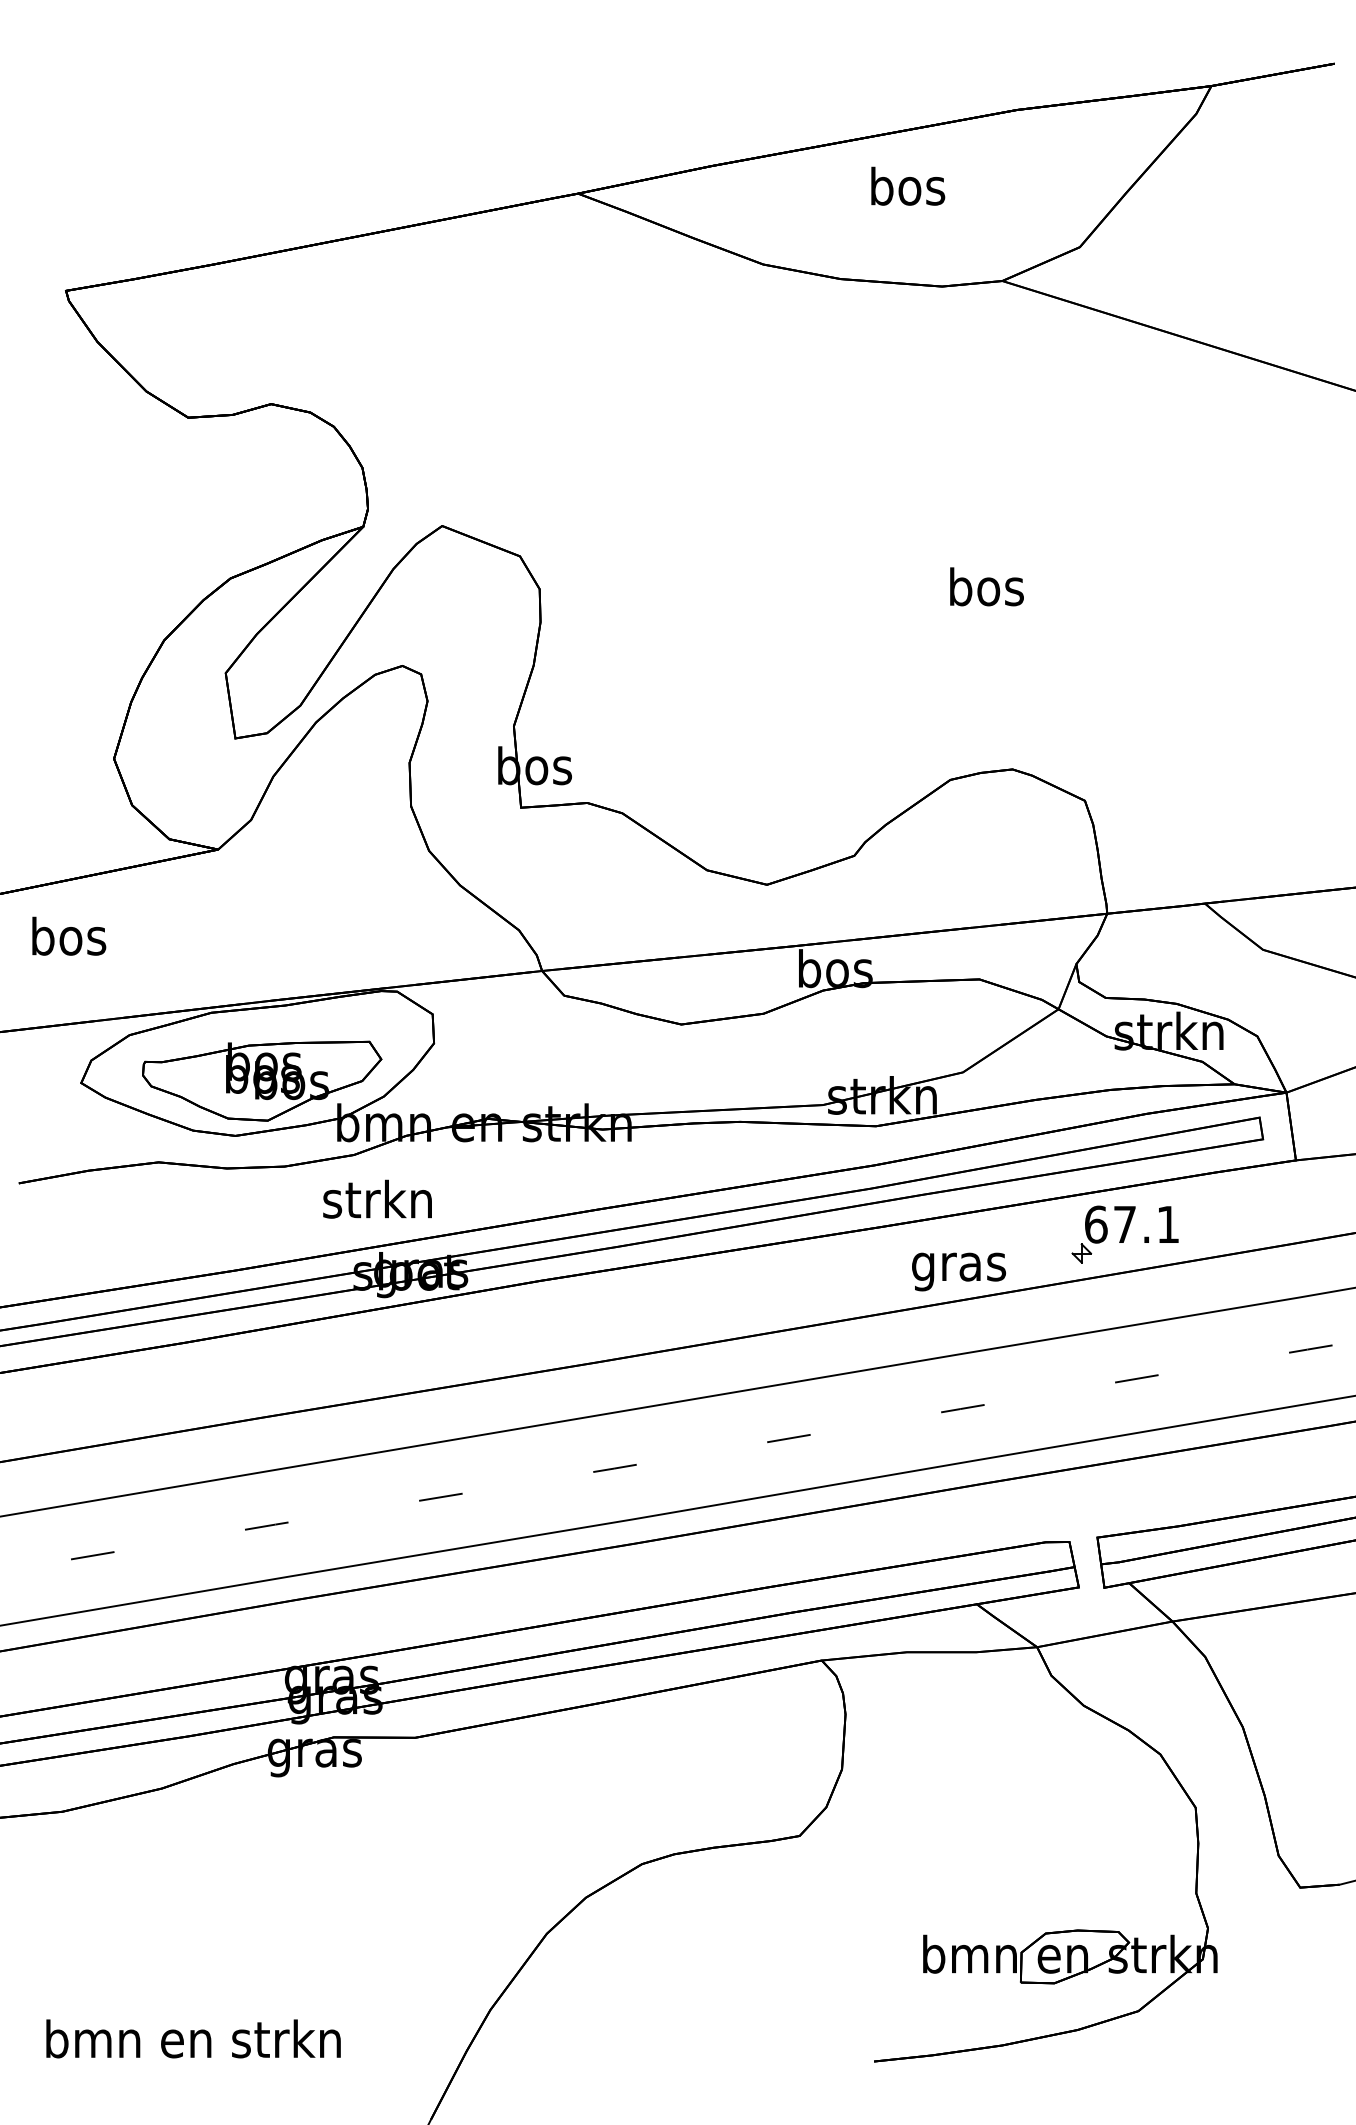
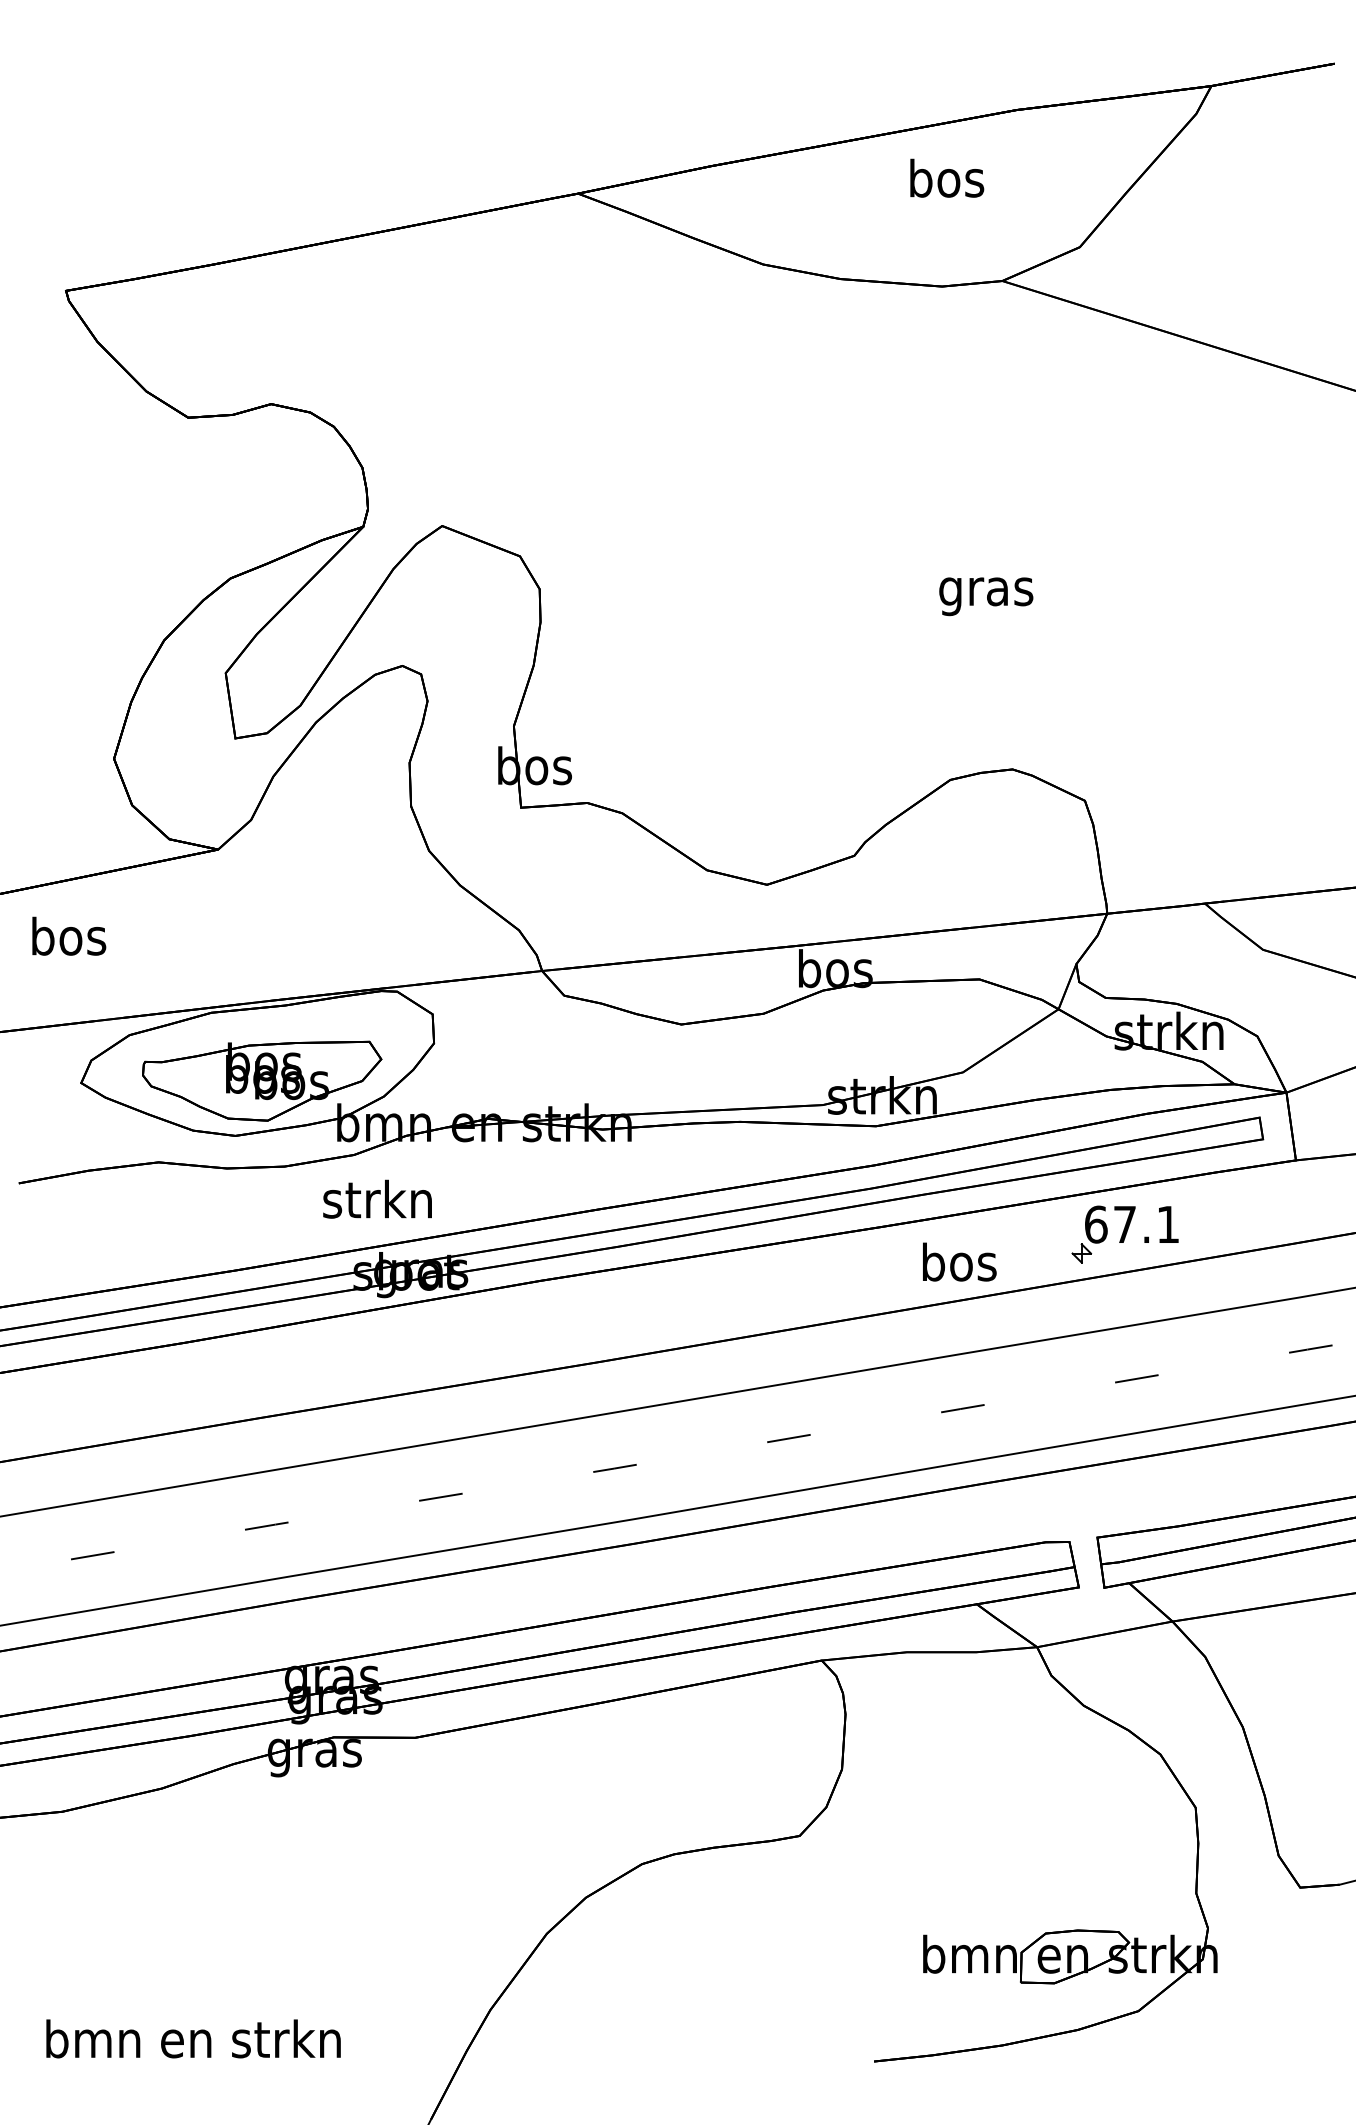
text at (908, 185) position: (908, 185) -> (947, 177)
text at (986, 591): bos -> gras
text at (959, 1266): gras -> bos
